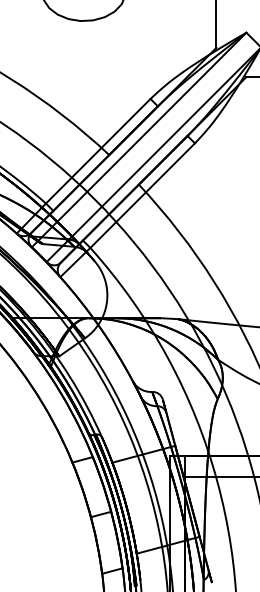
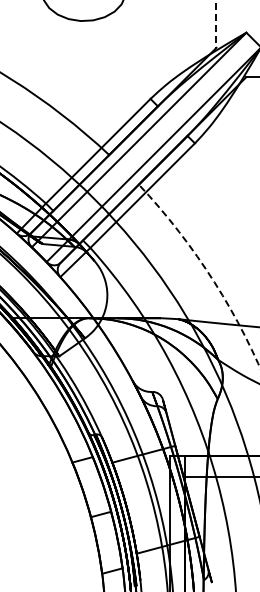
line at (216, 25): solid -> dashed
arc at (207, 271): solid -> dashed
